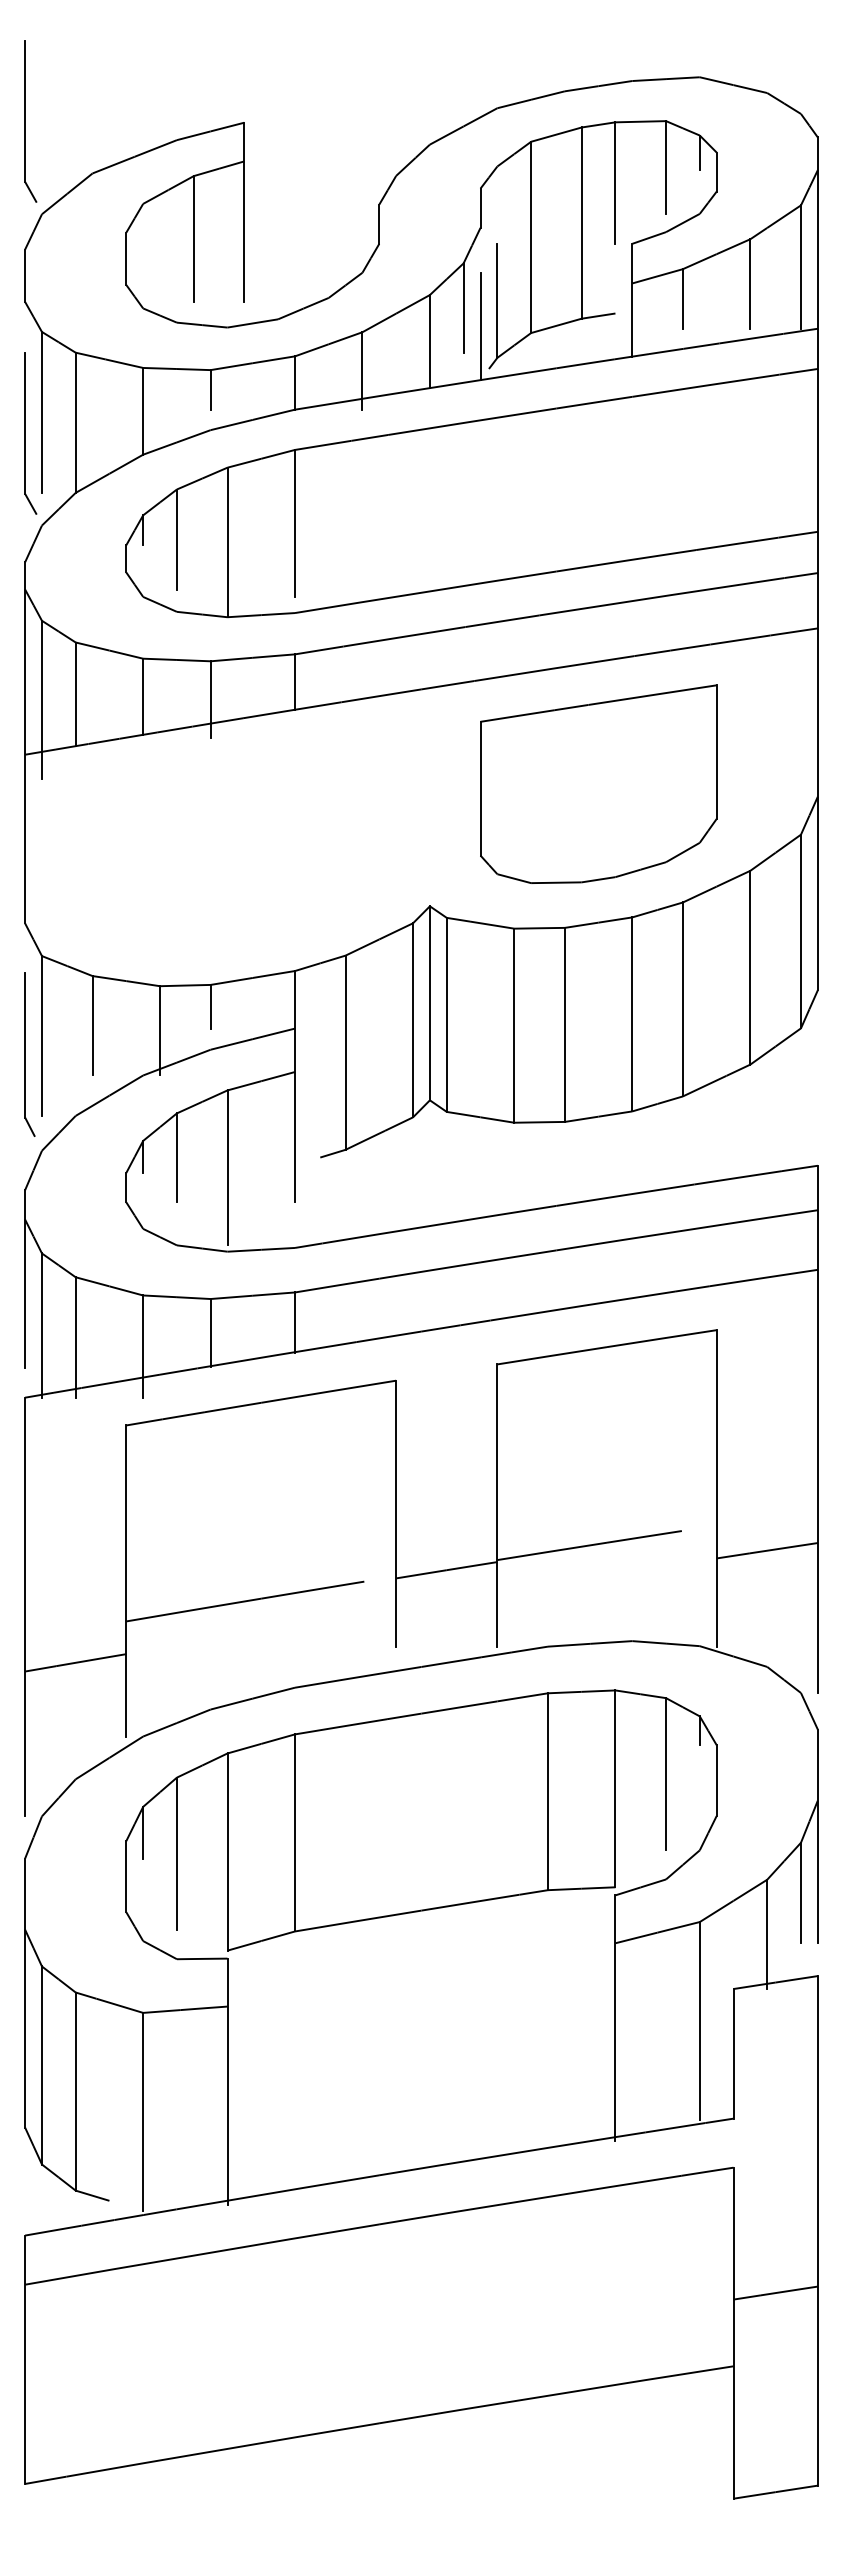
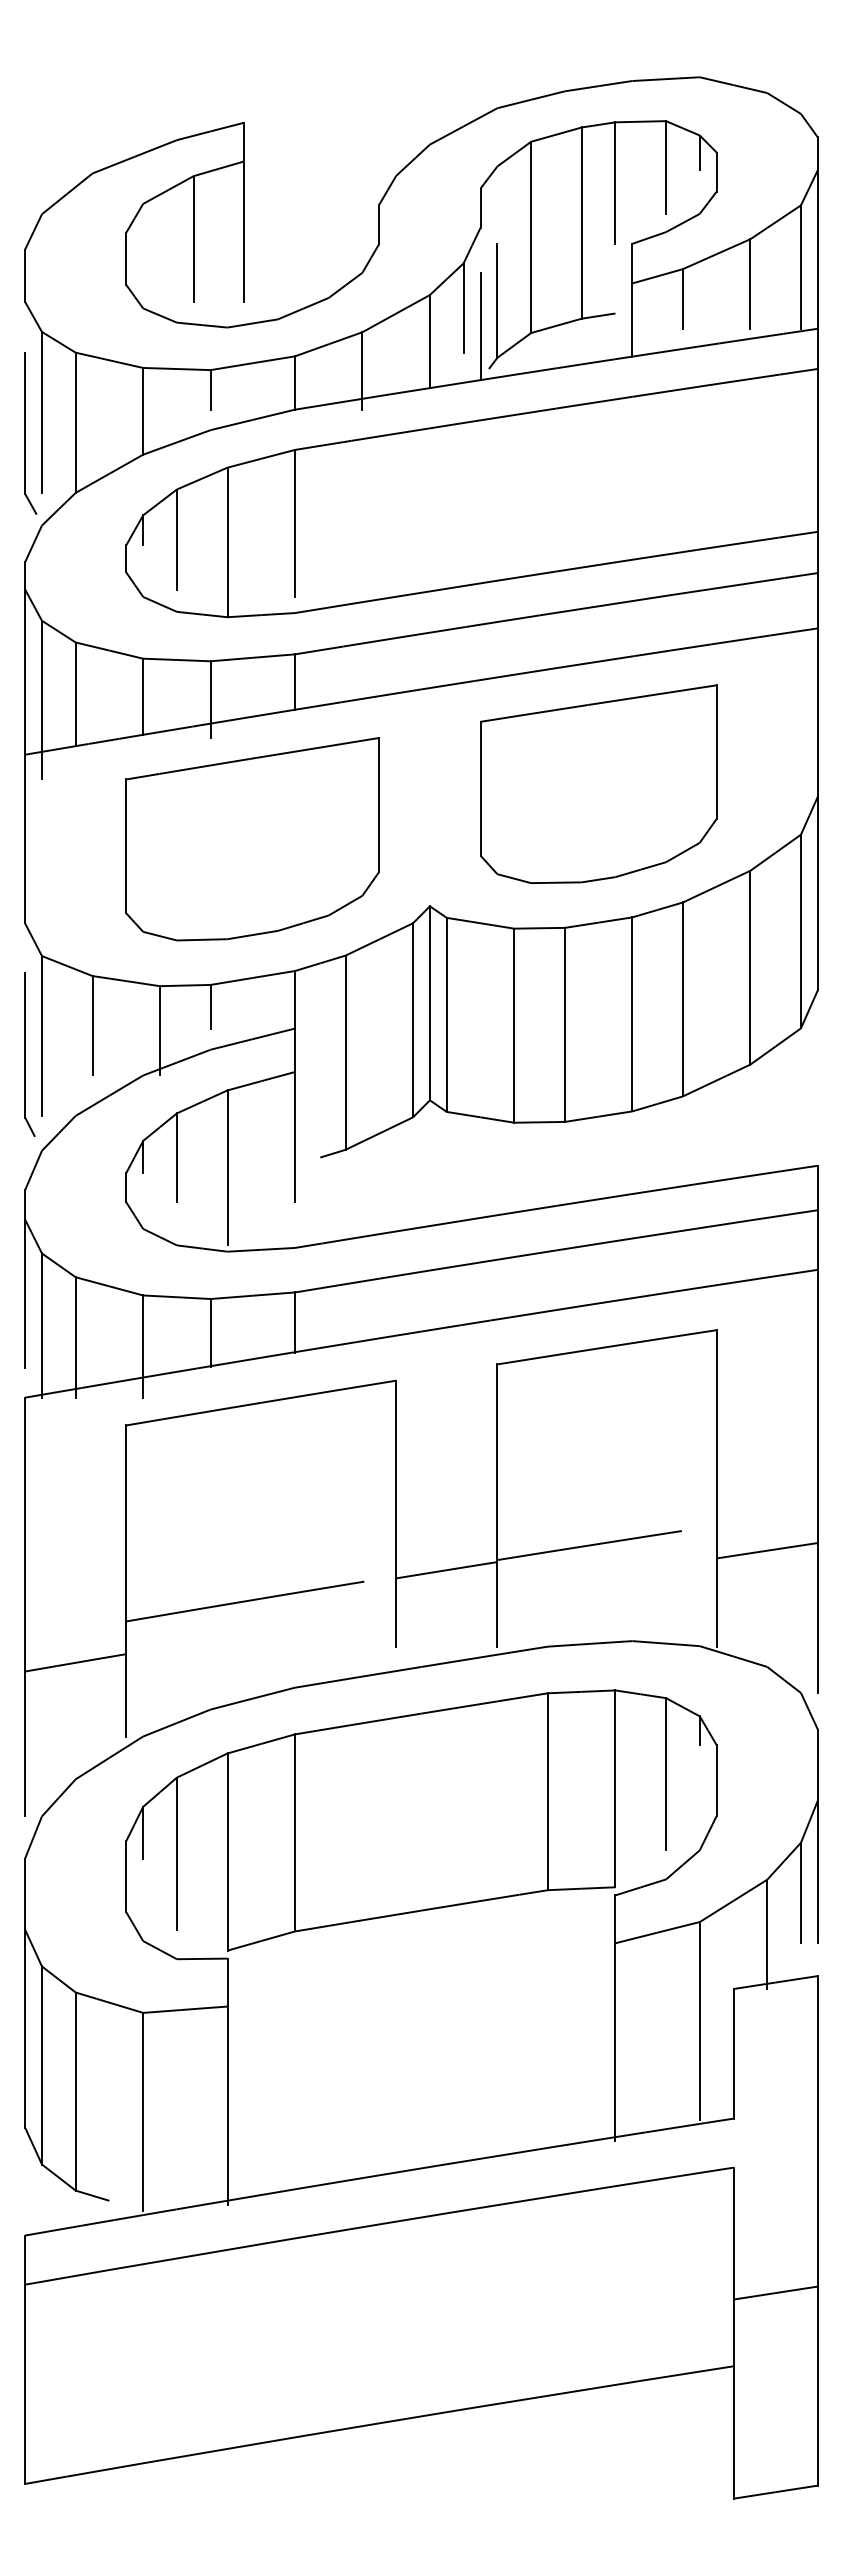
part at (30, 121): present -> none
part at (252, 839): none -> present
